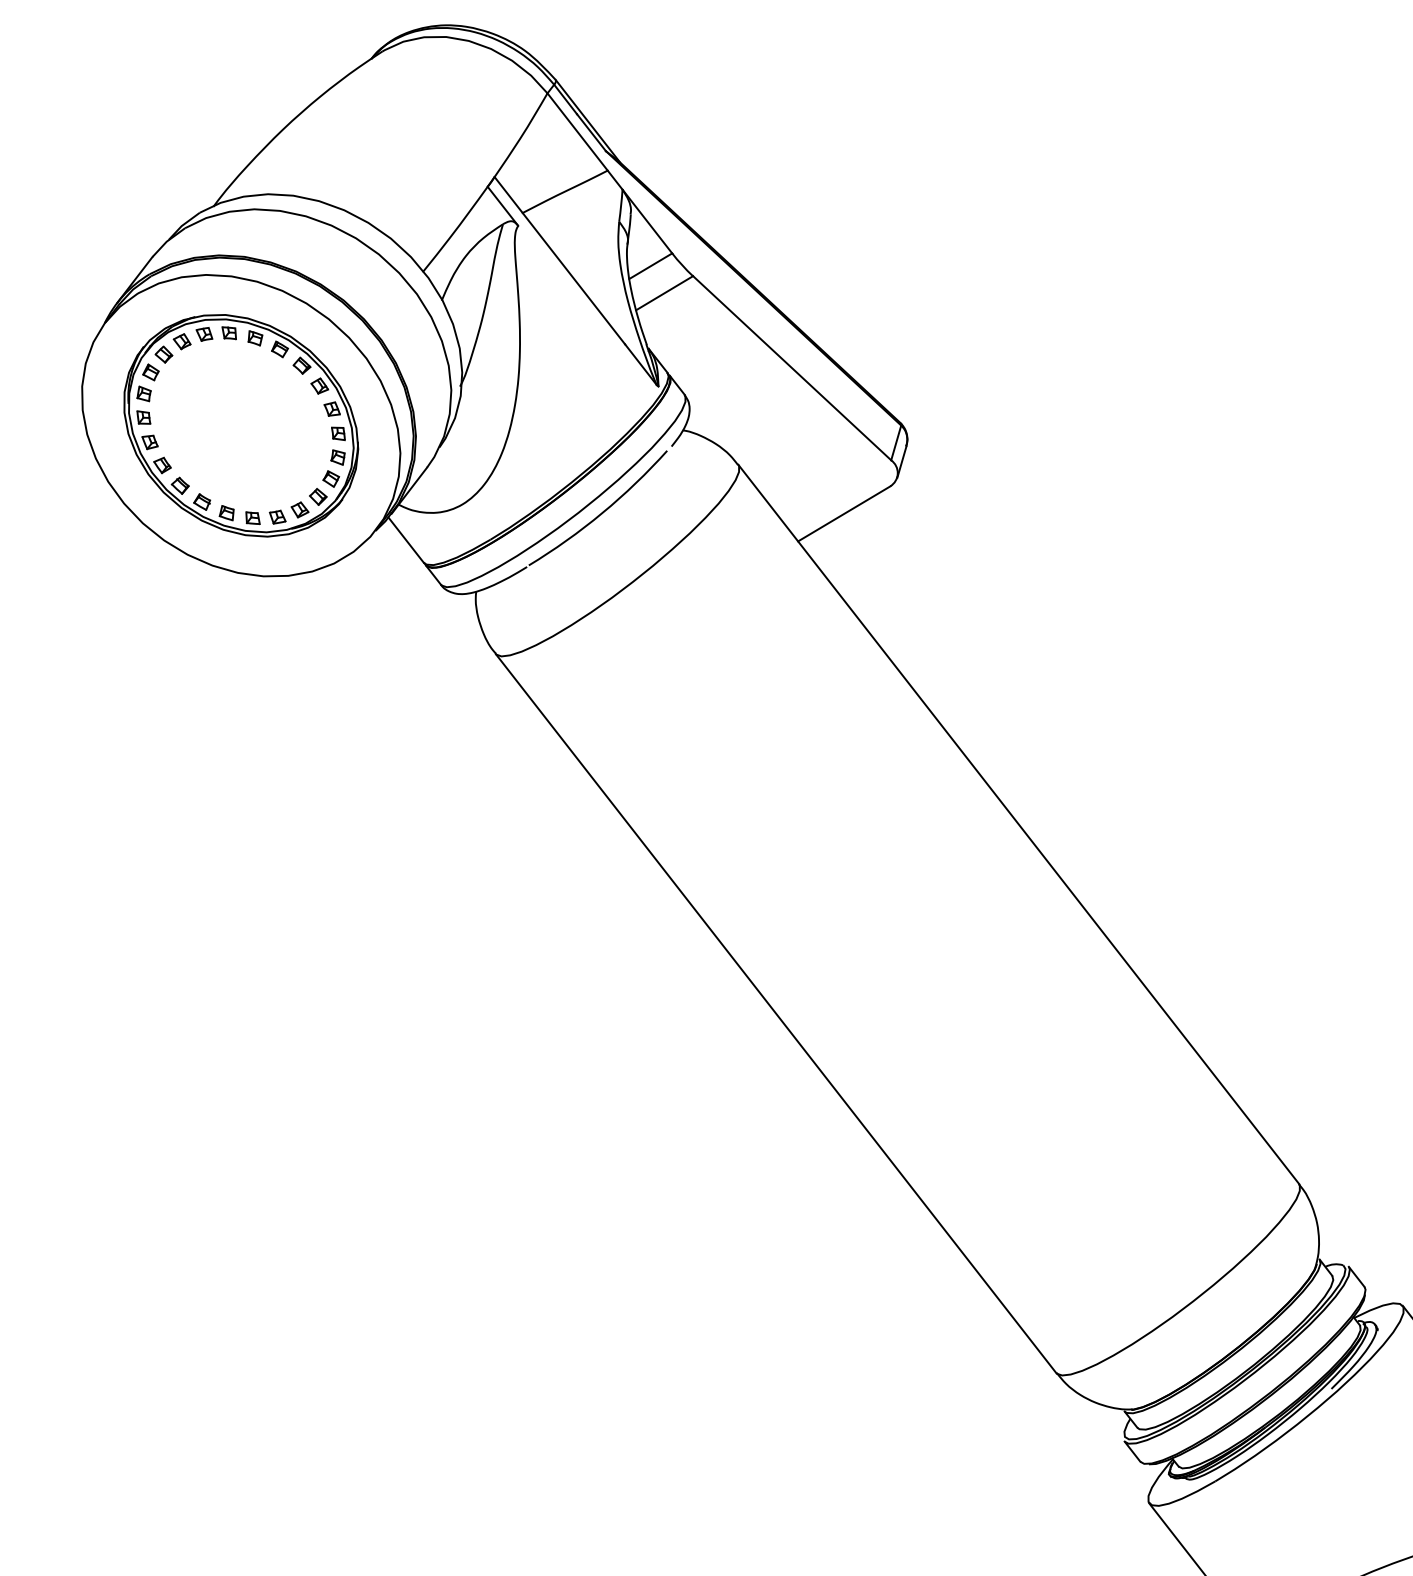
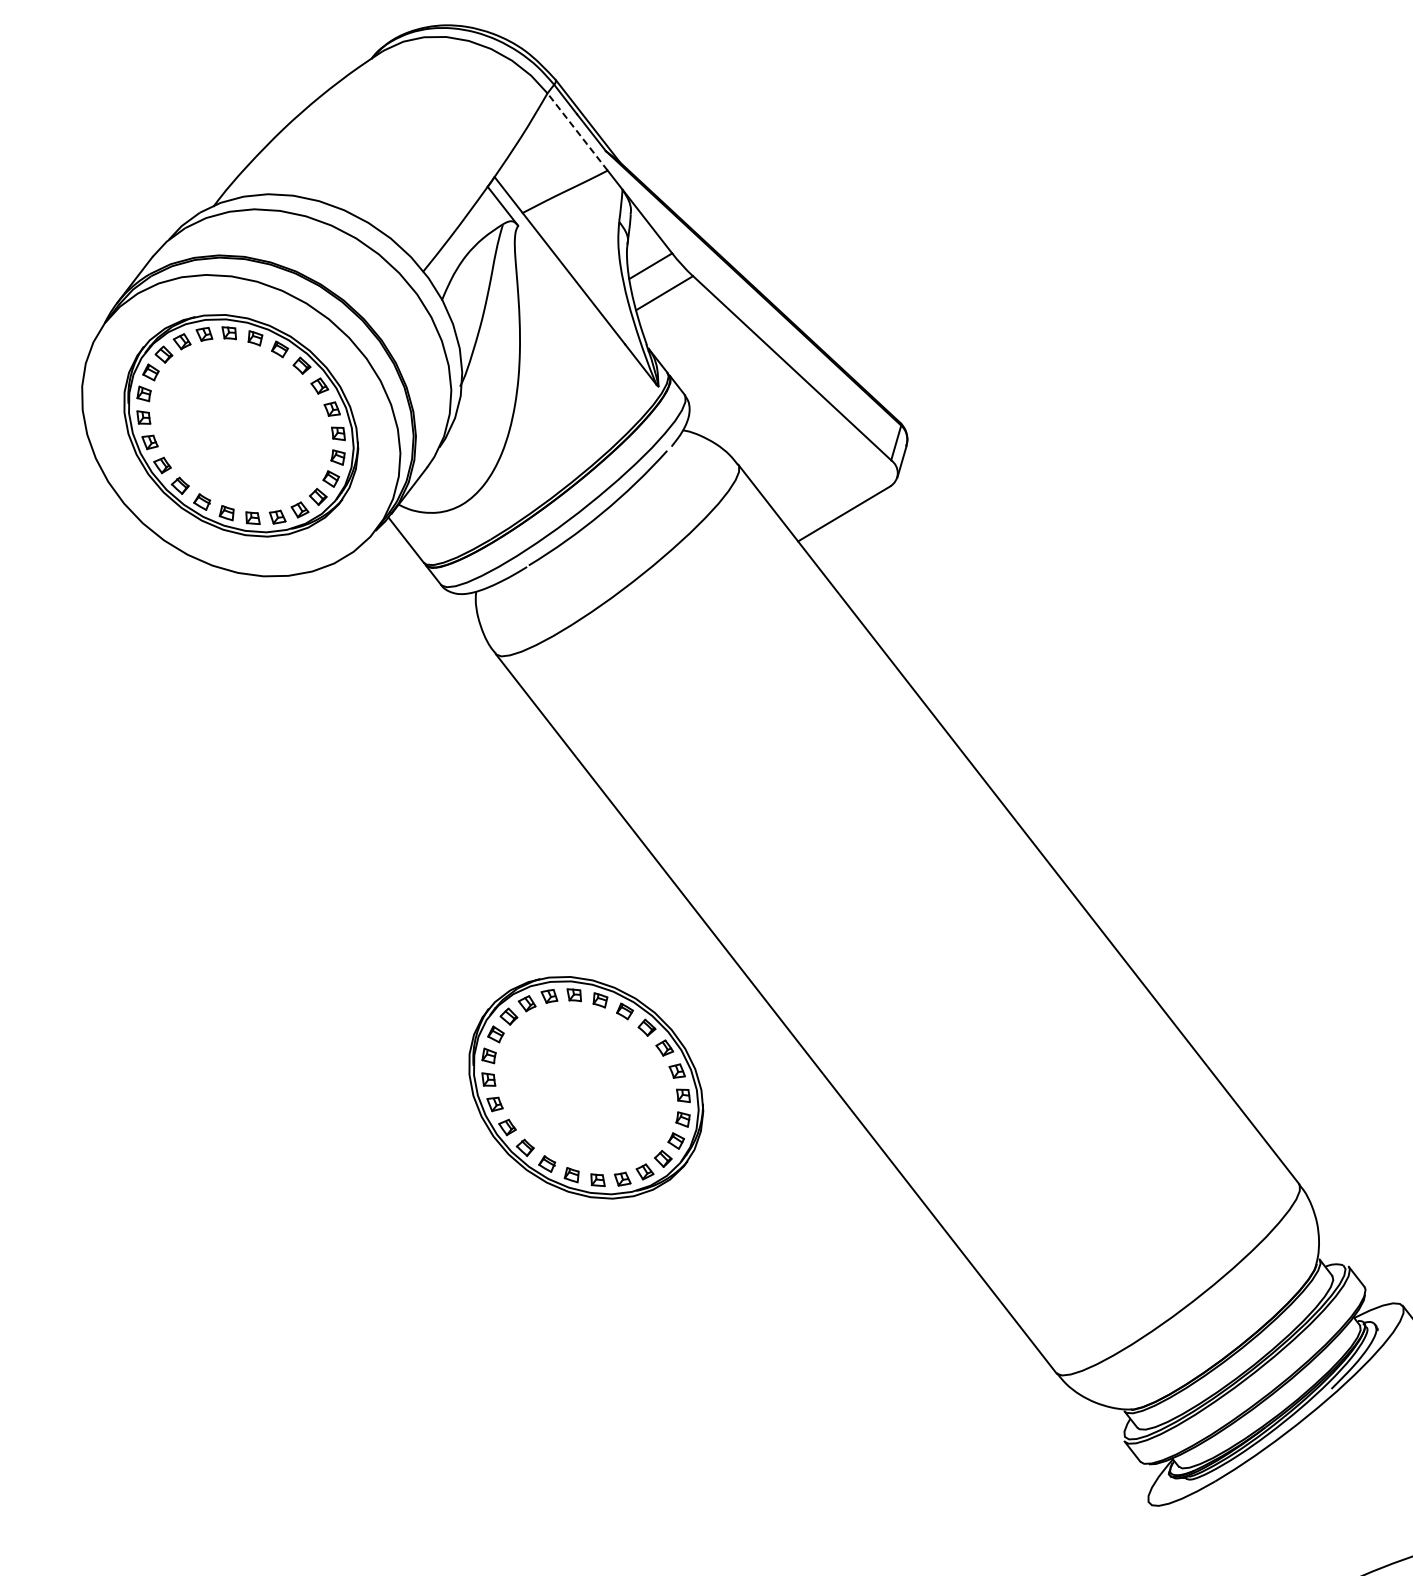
line at (577, 131): solid -> dashed
part at (586, 1087): none -> present
line at (1175, 1537): present -> none
